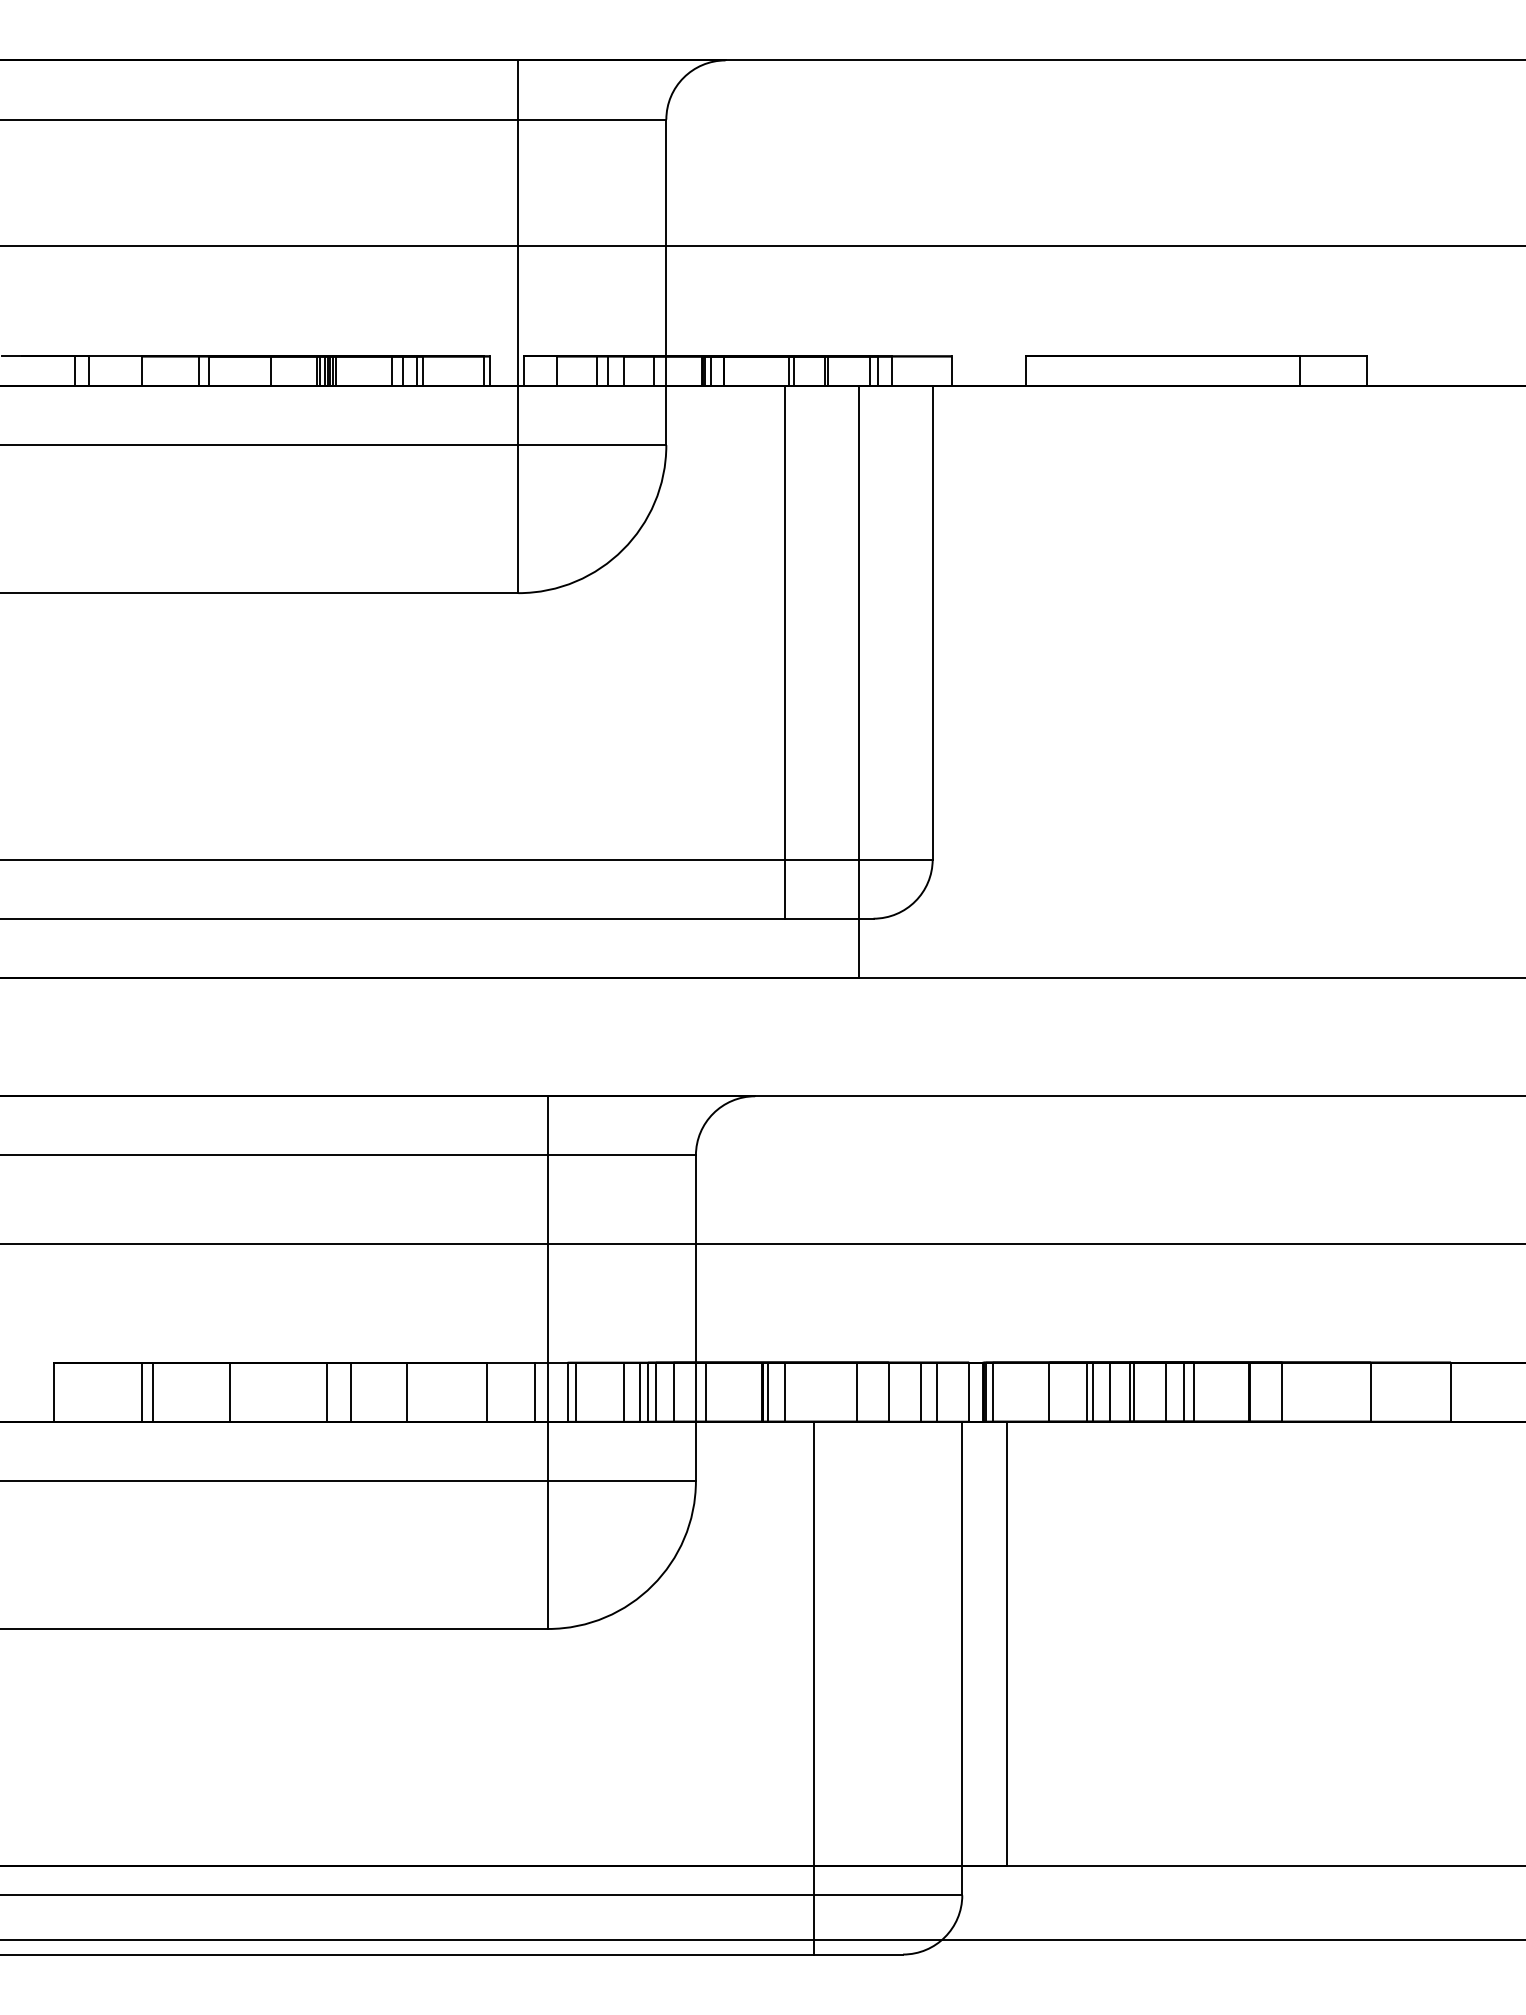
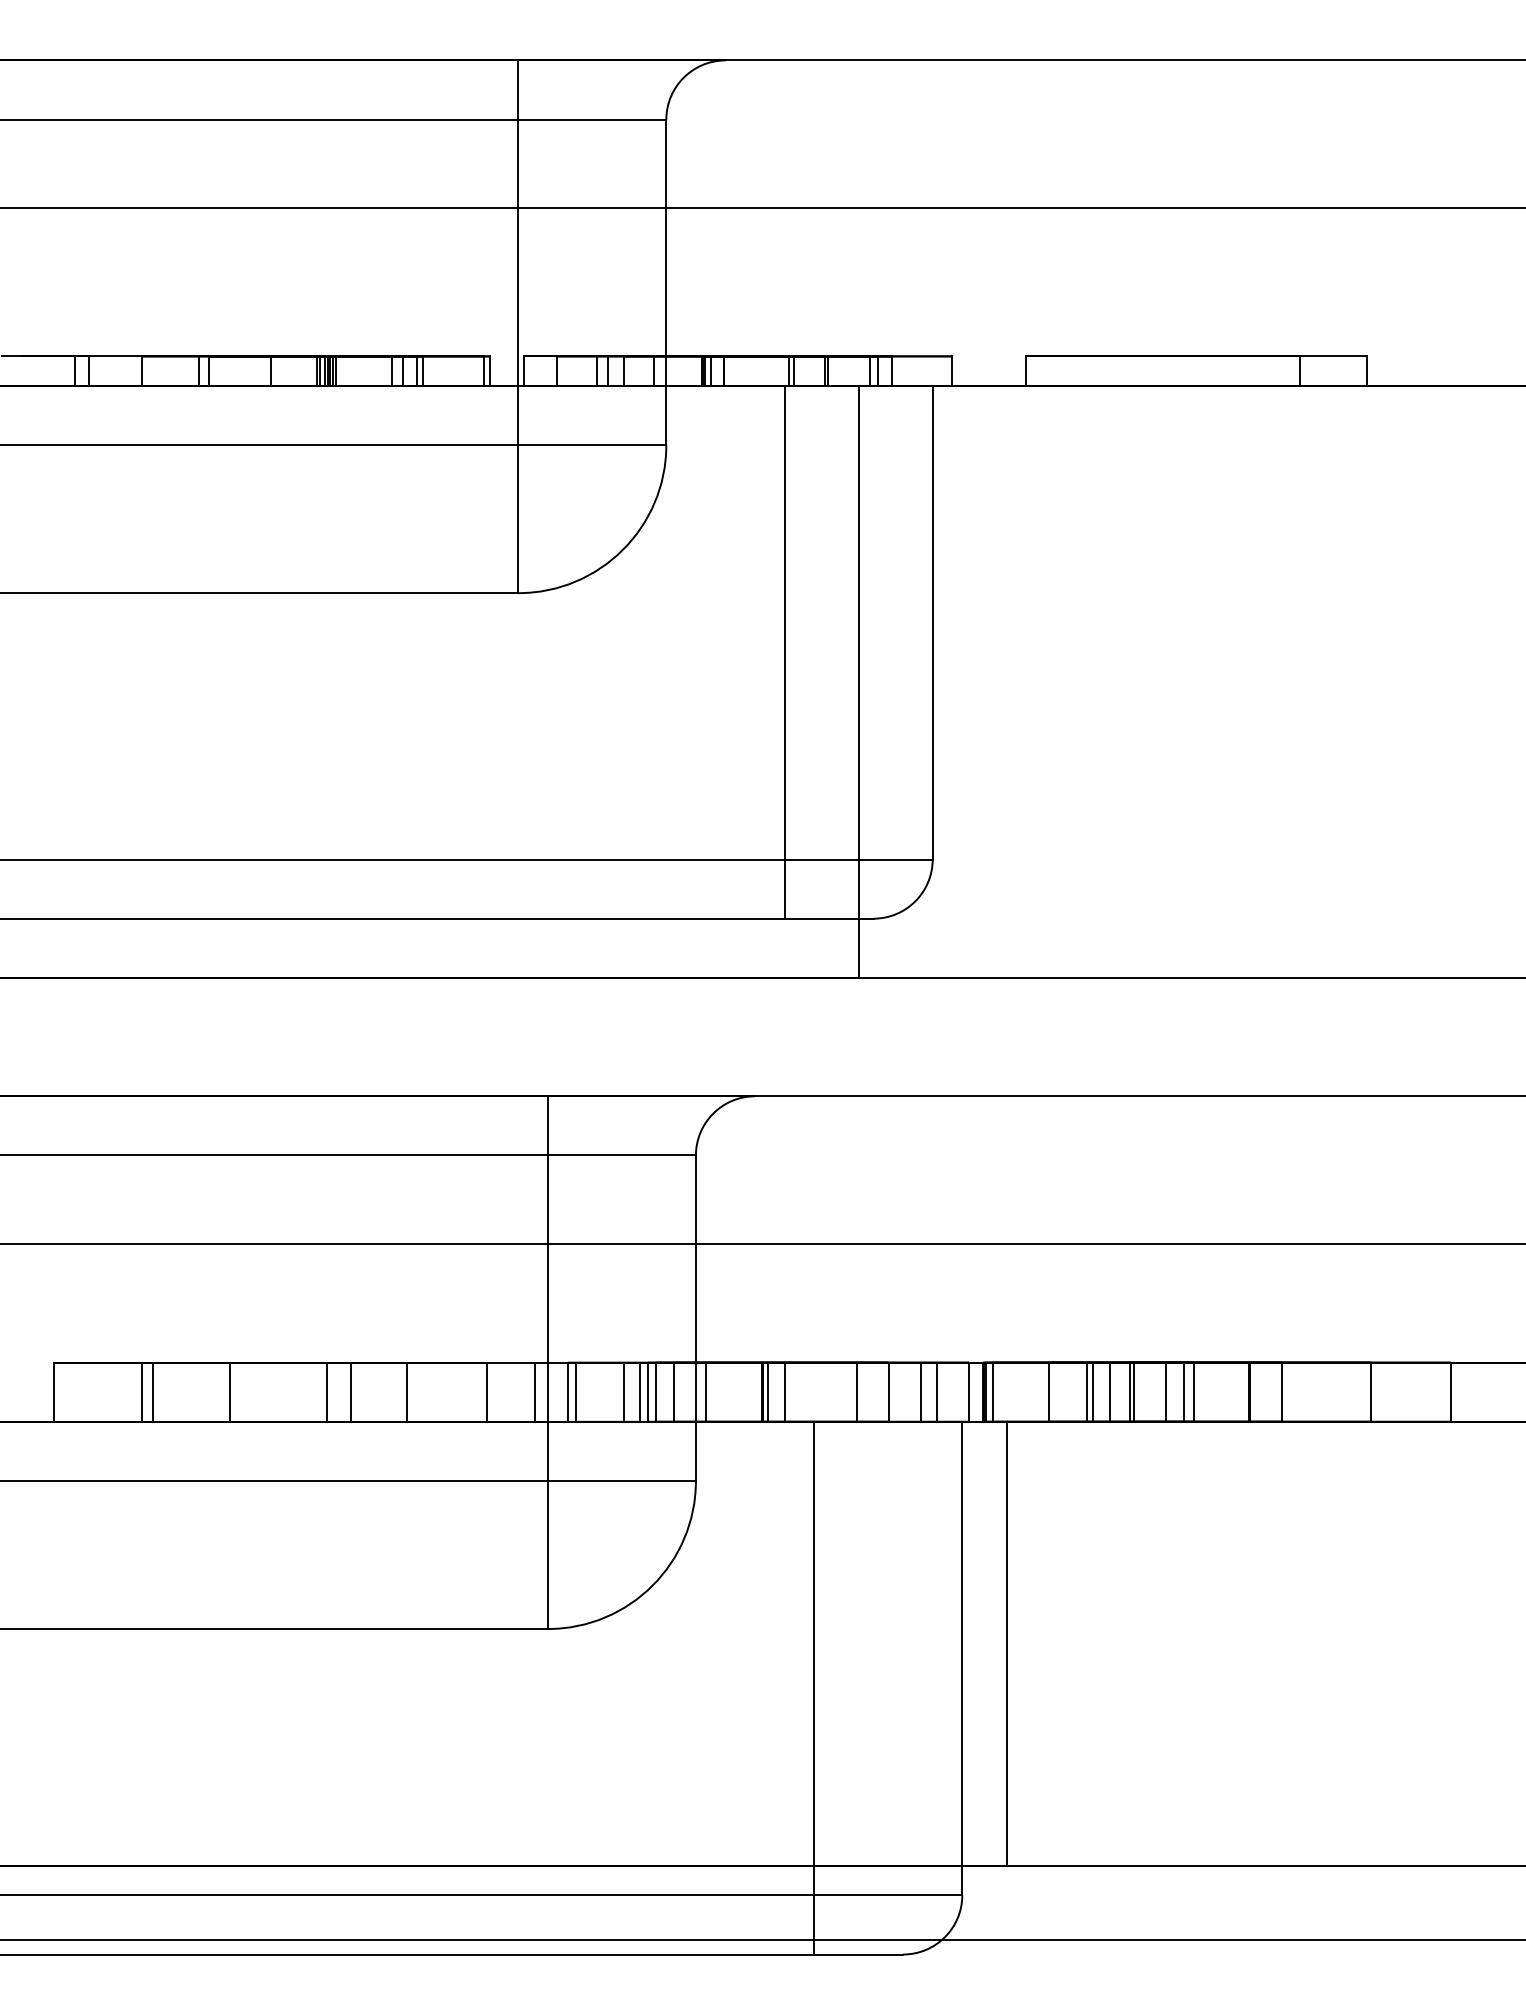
line at (762, 246) position: (762, 246) -> (762, 208)
